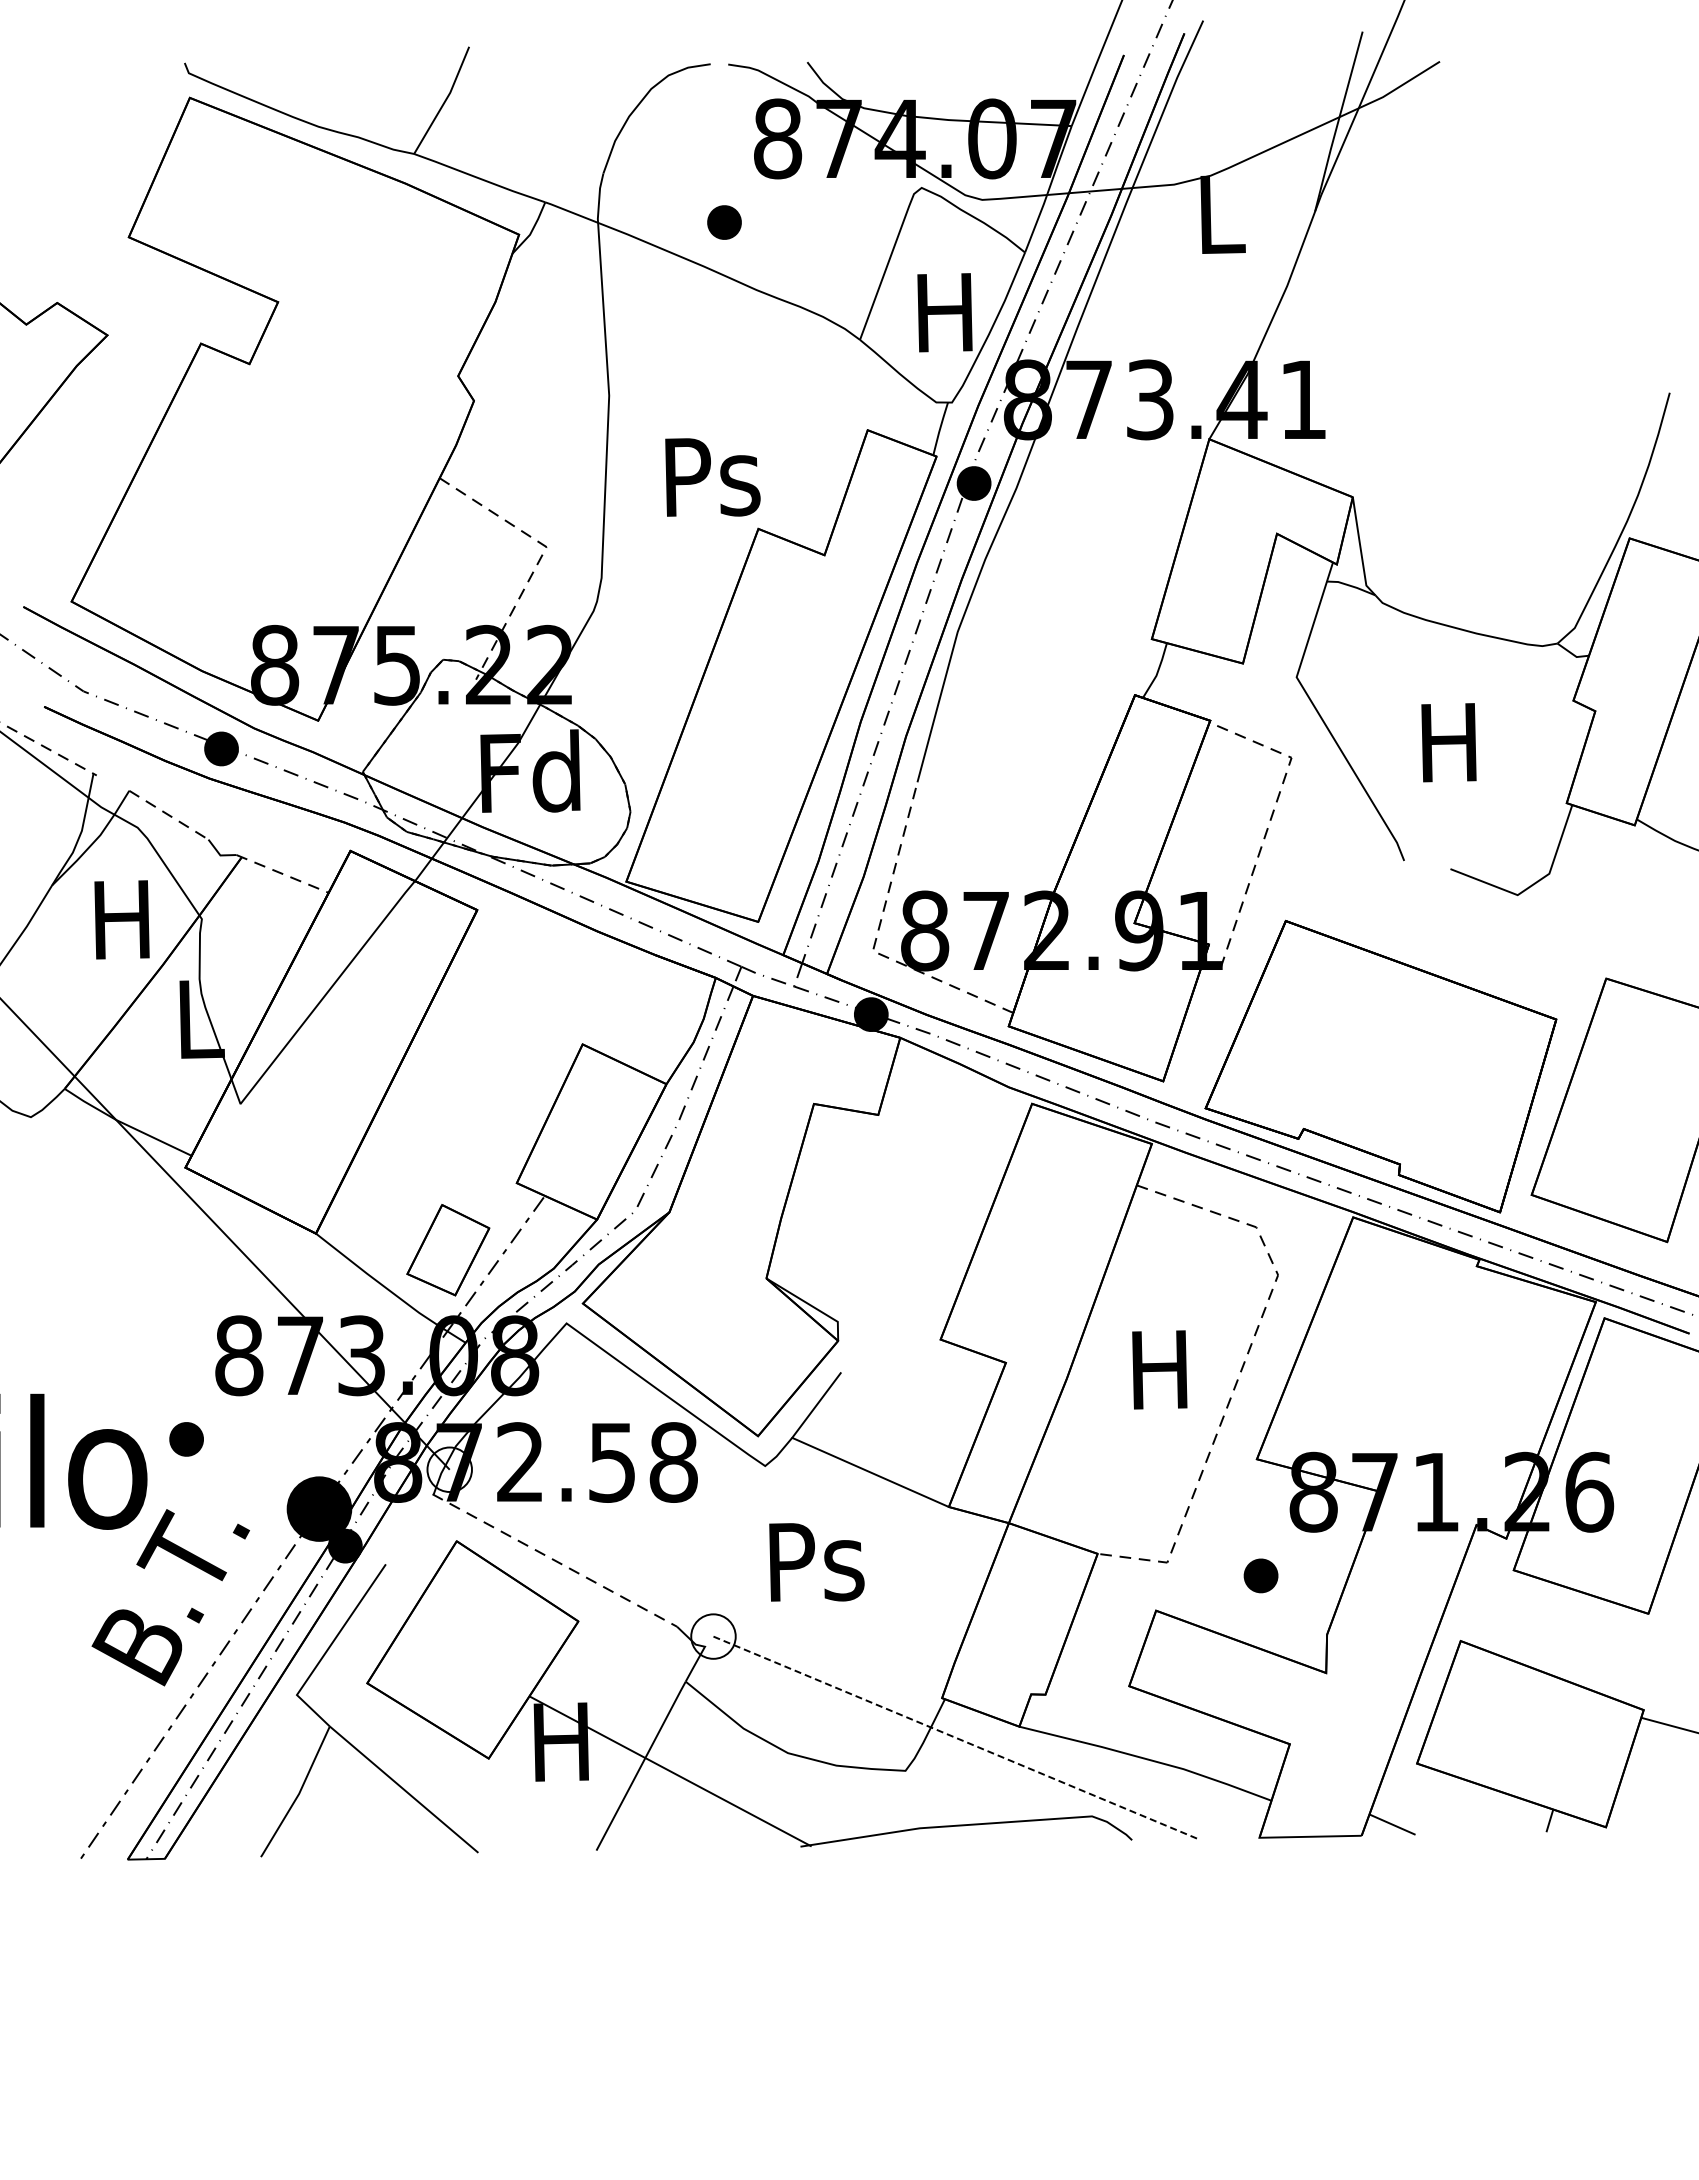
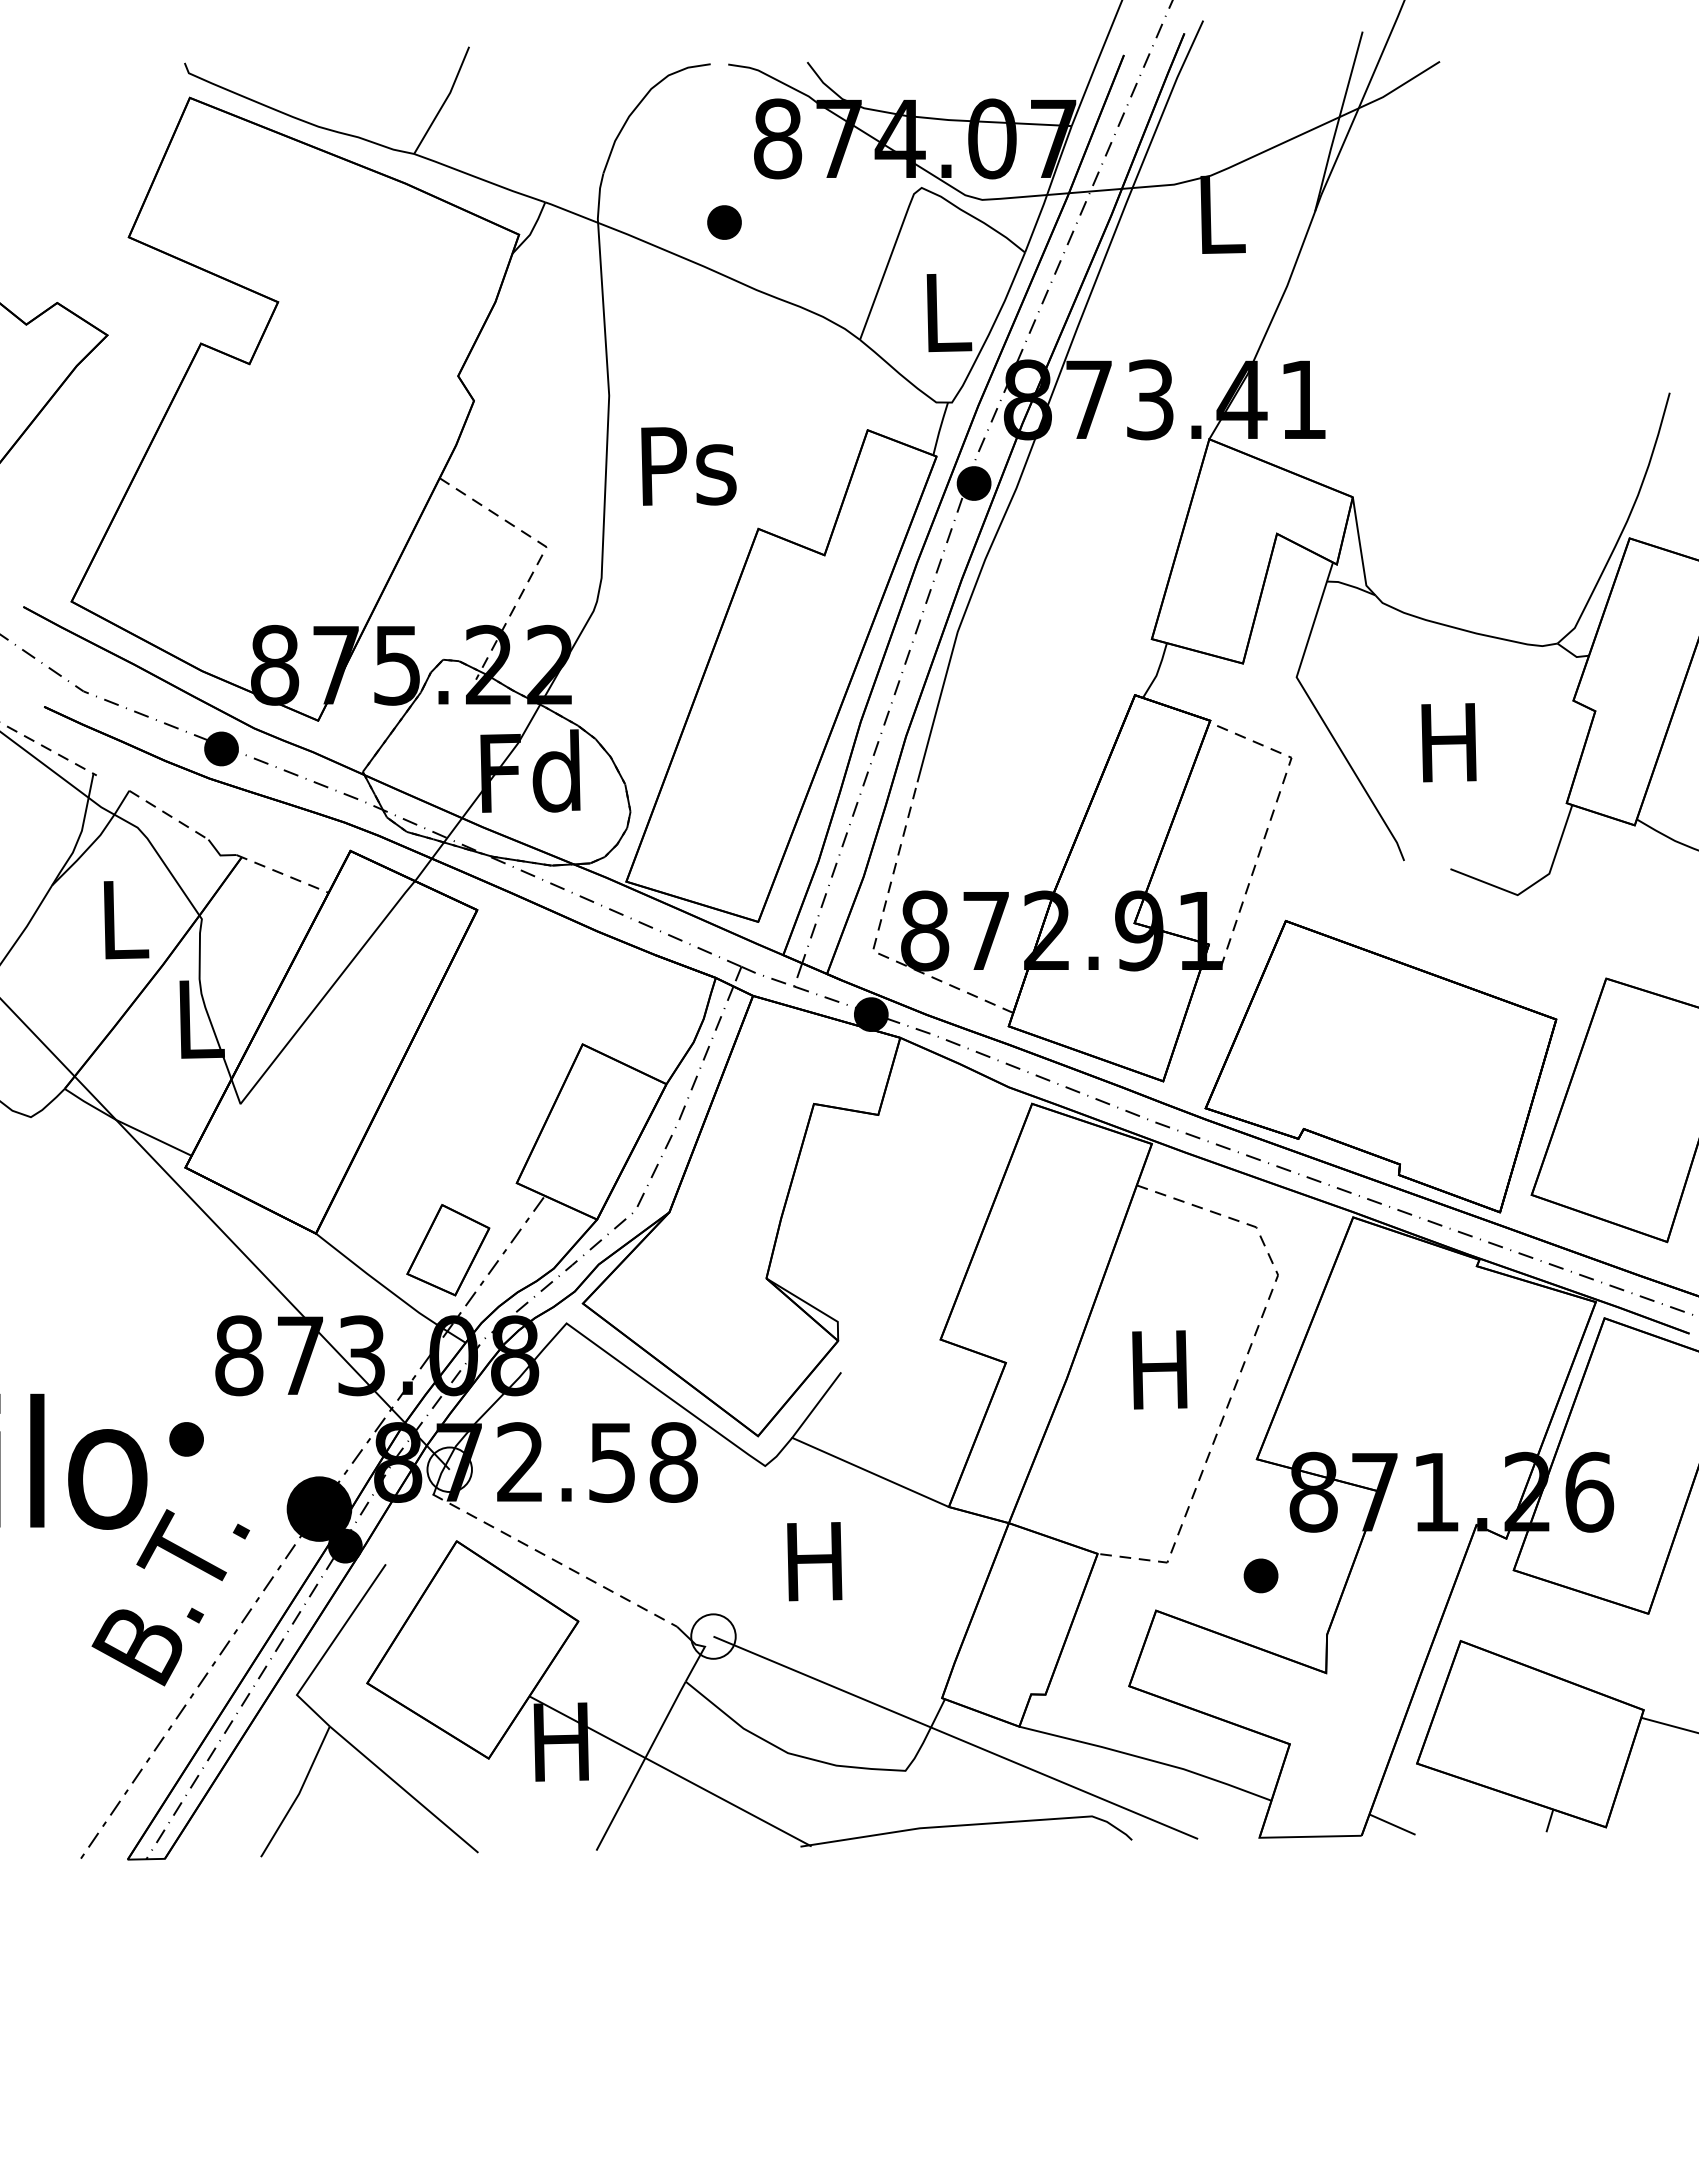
text at (944, 312): H -> L
text at (712, 477) position: (712, 477) -> (688, 466)
text at (121, 919): H -> L
text at (816, 1561): Ps -> H
line at (955, 1737): dashed -> solid
